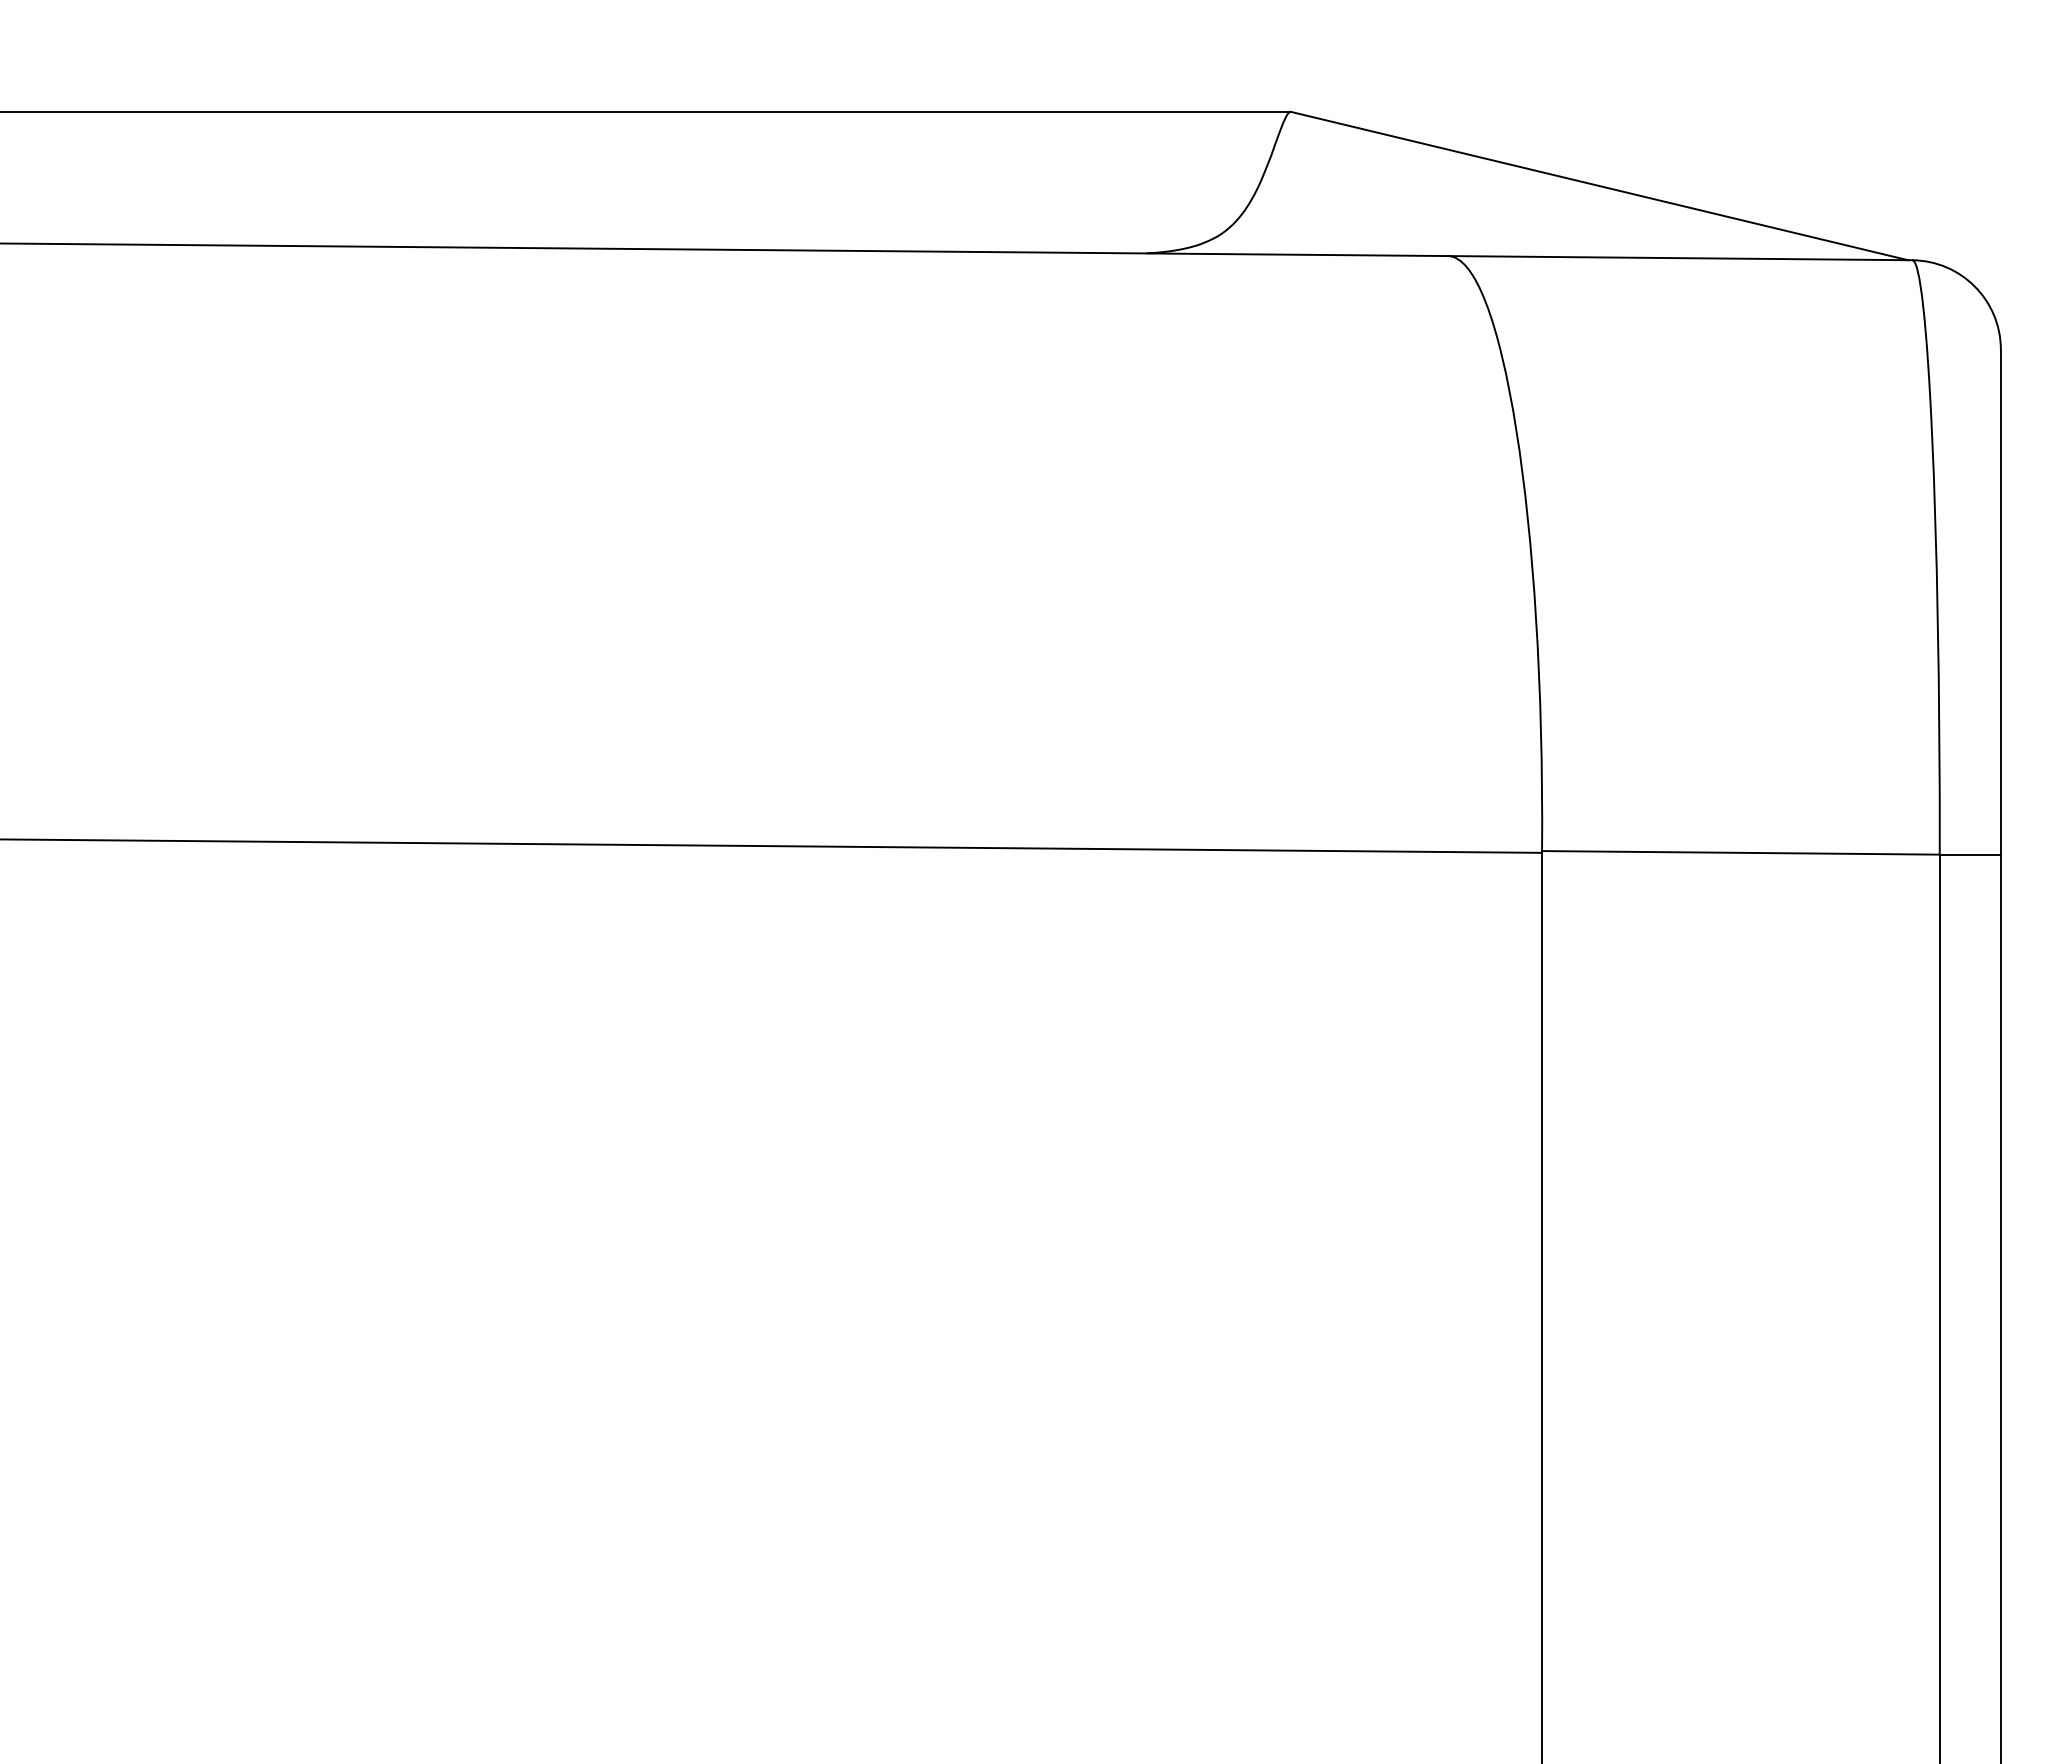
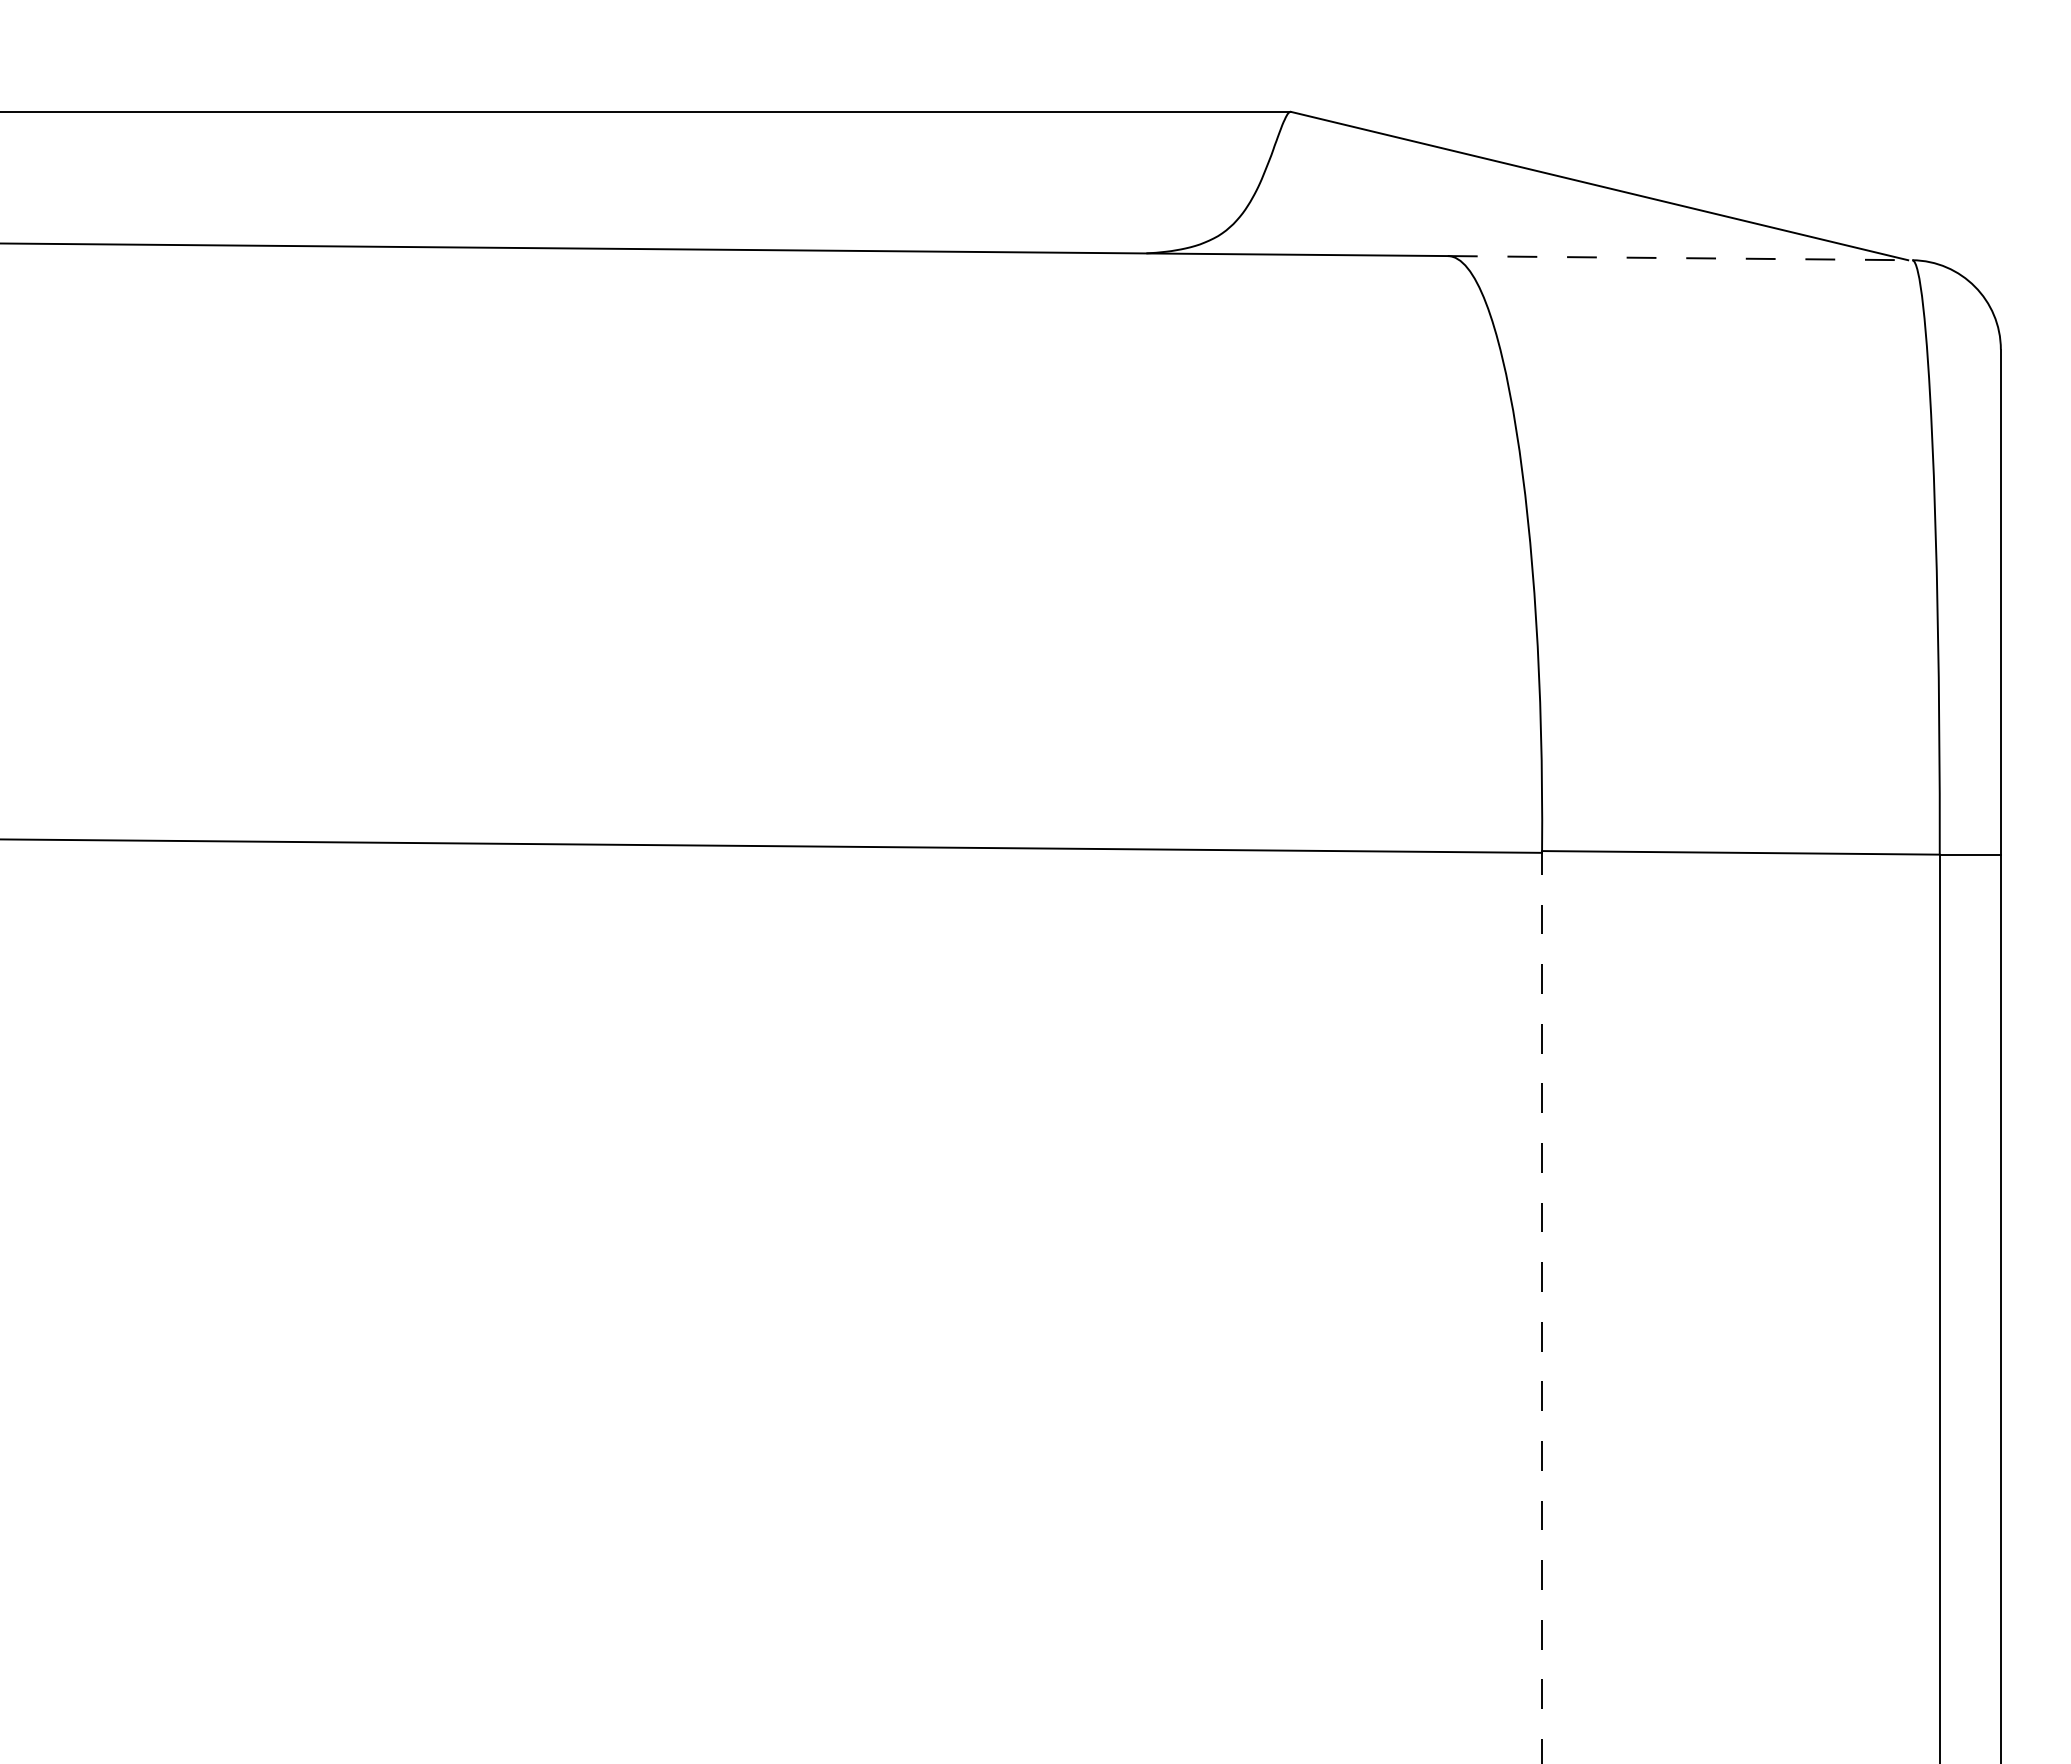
line at (1680, 258): solid -> dashed
line at (1542, 1307): solid -> dashed
